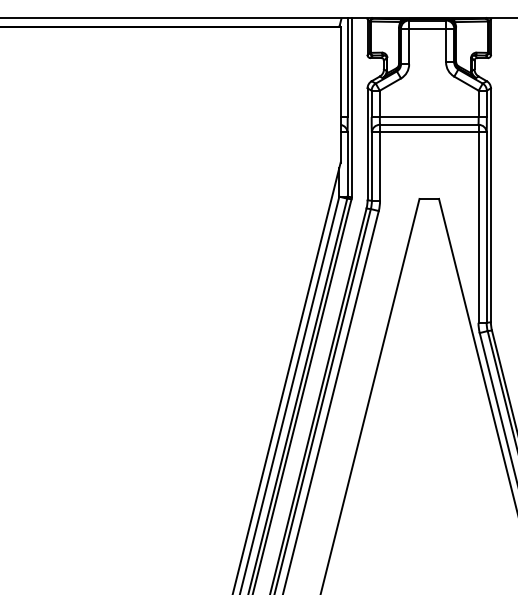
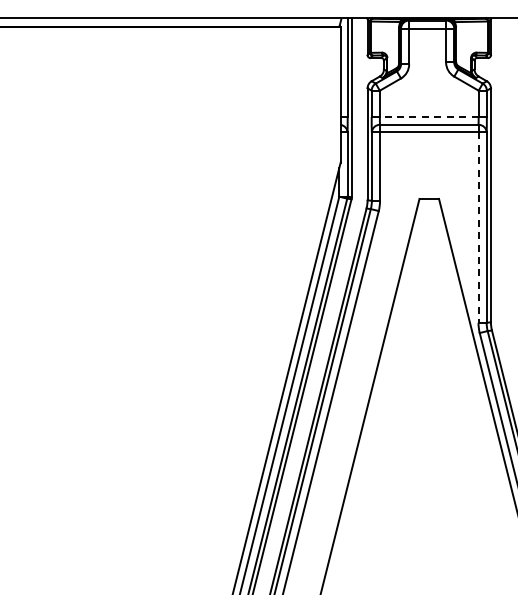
line at (428, 117): solid -> dashed
line at (478, 228): solid -> dashed
